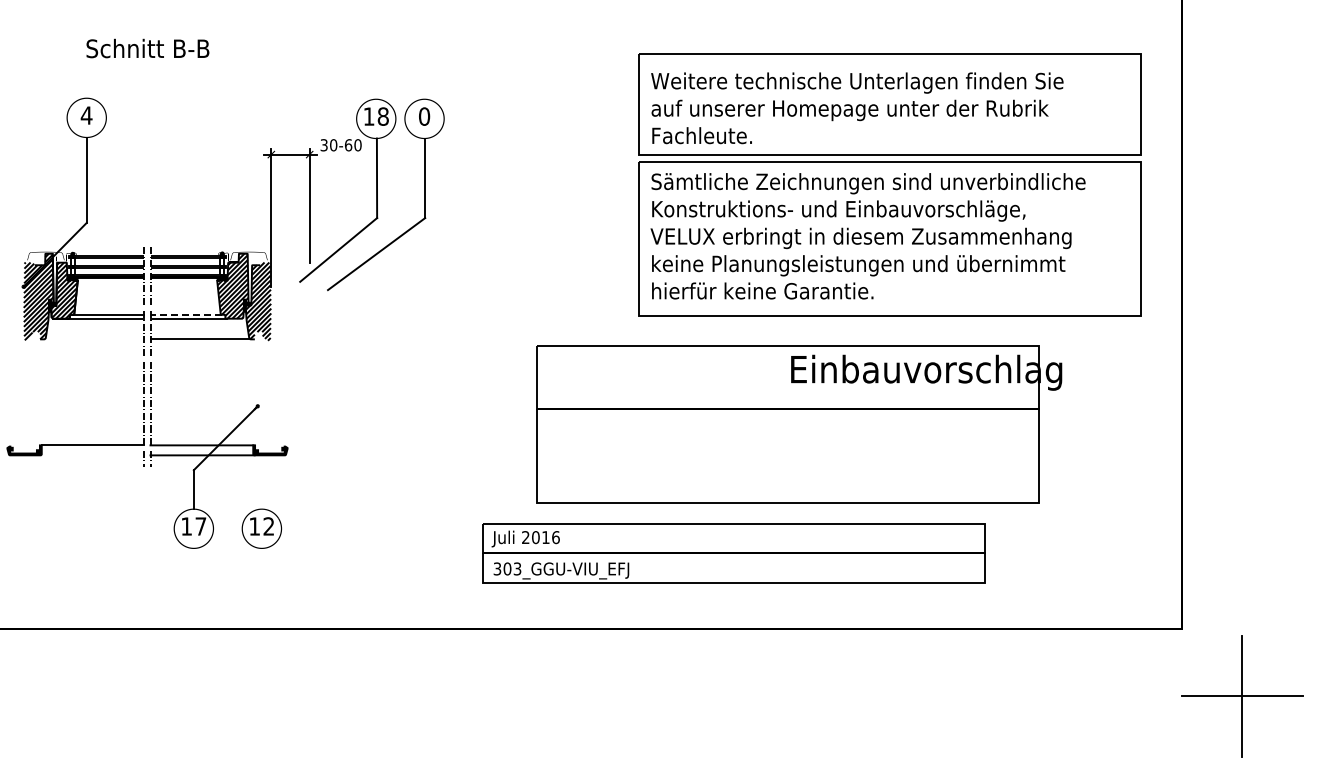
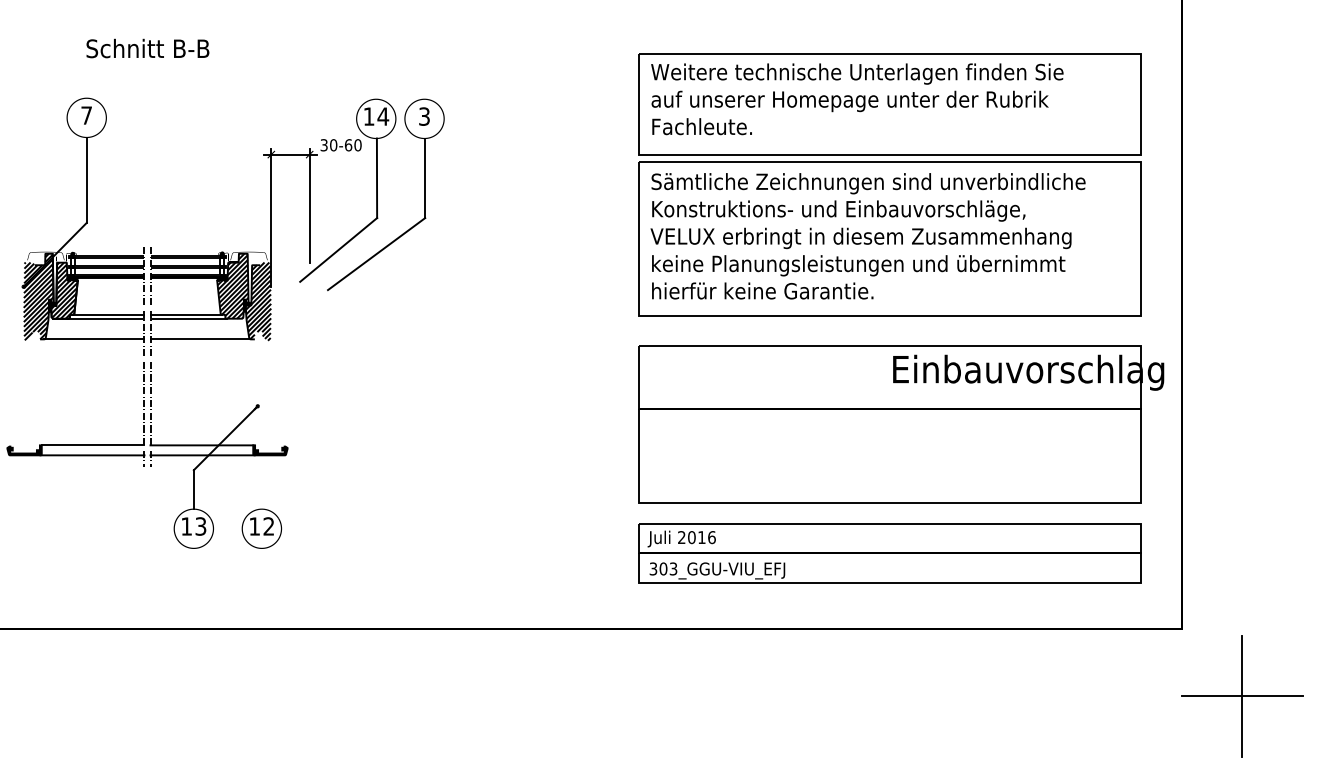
text at (857, 108) position: (857, 108) -> (857, 99)
text at (86, 115): 4 -> 7
text at (383, 116): 18 -> 14
text at (424, 116): 0 -> 3
line at (186, 314): dashed -> solid
line at (94, 339): none -> present
part at (799, 424) position: (799, 424) -> (901, 424)
line at (92, 455): none -> present
text at (200, 526): 17 -> 13
part at (733, 553) position: (733, 553) -> (889, 553)
